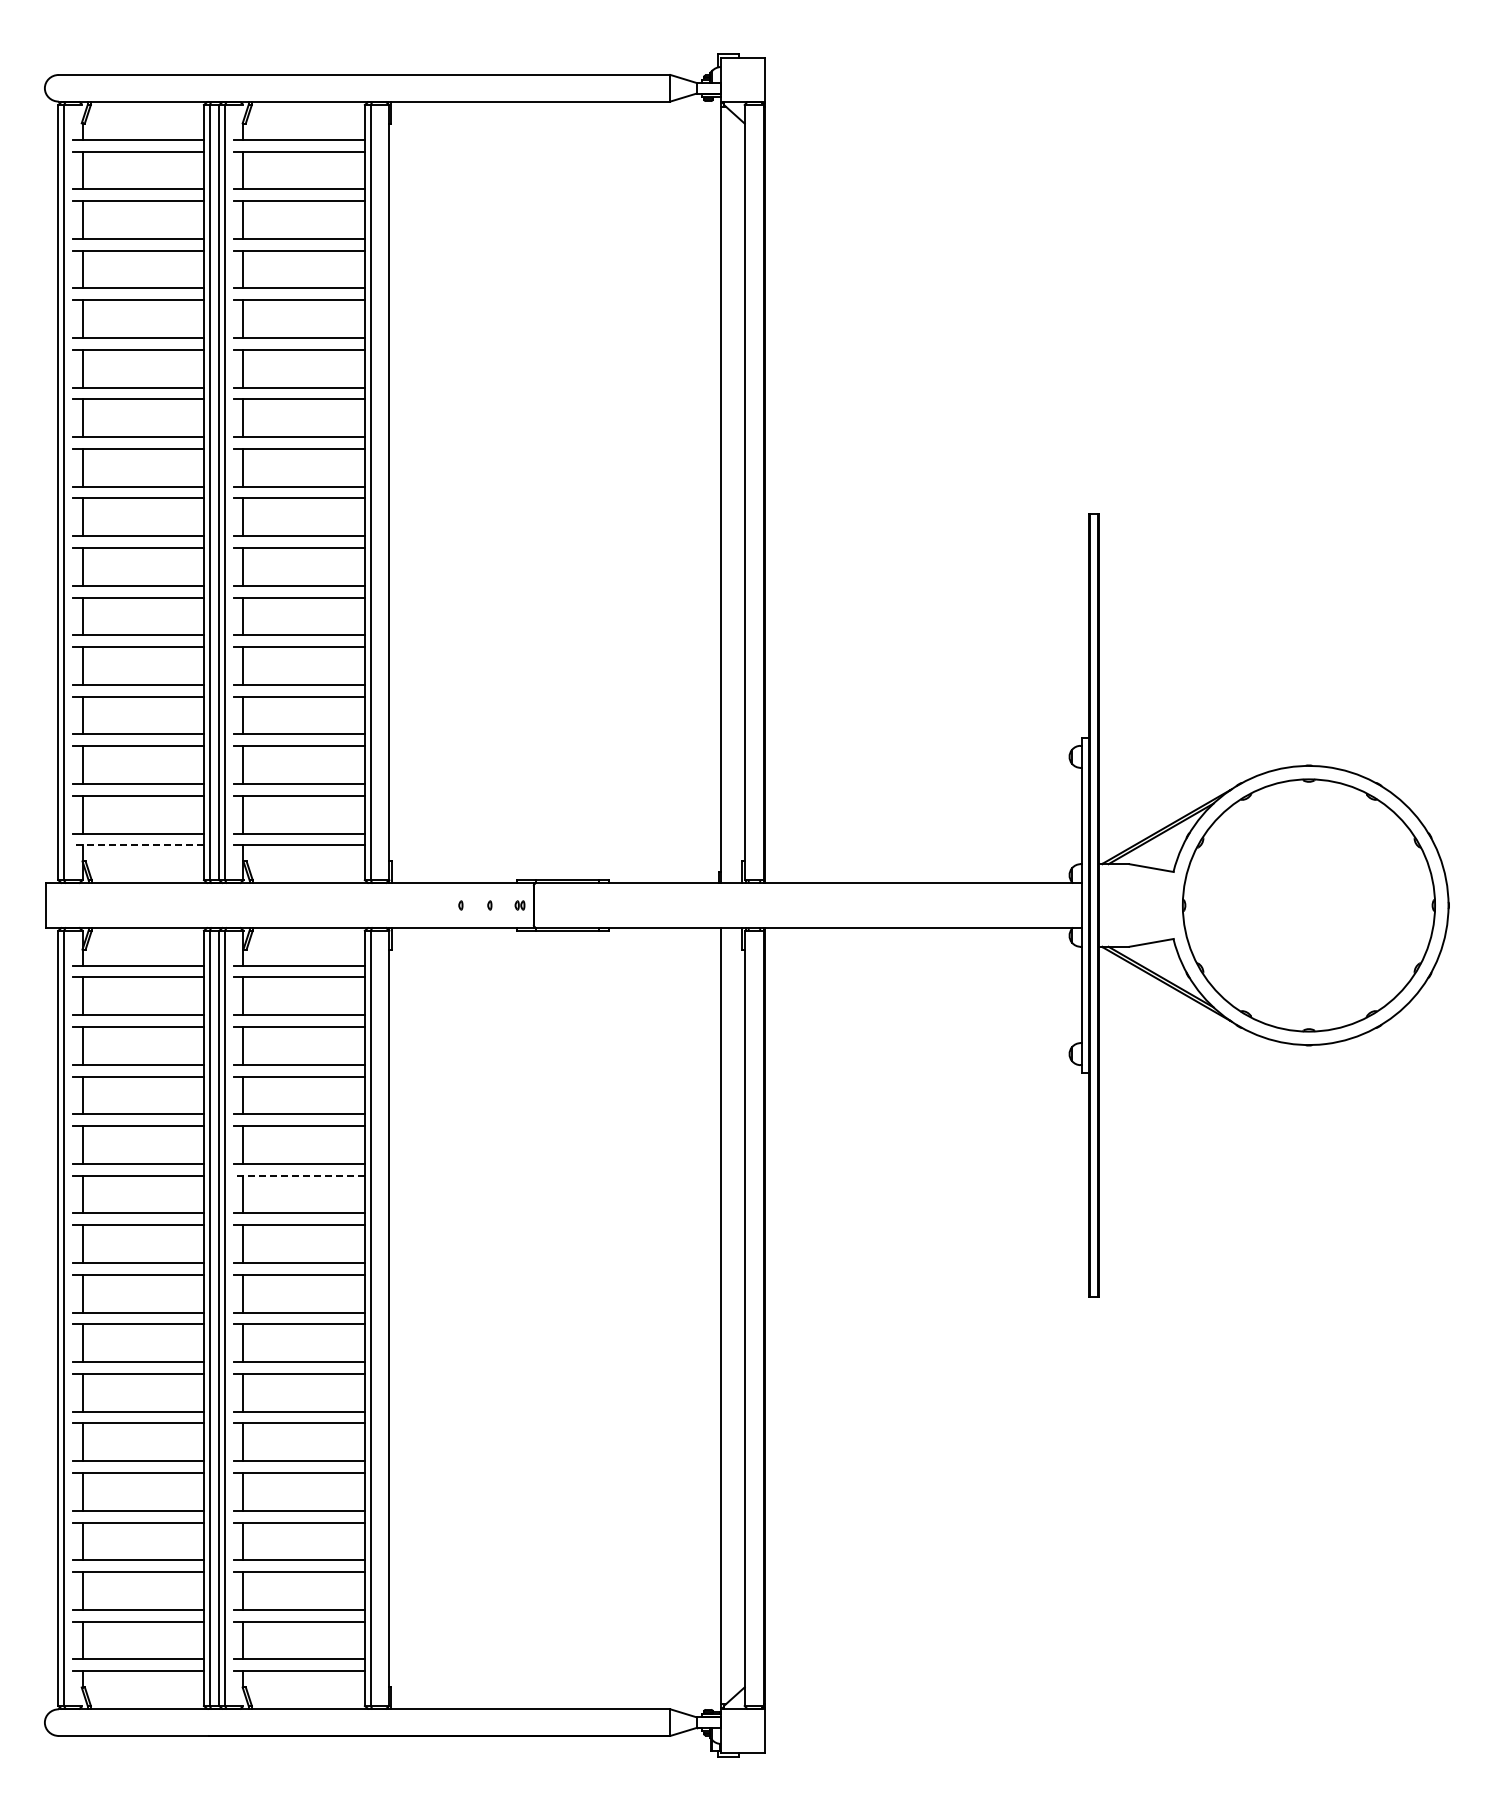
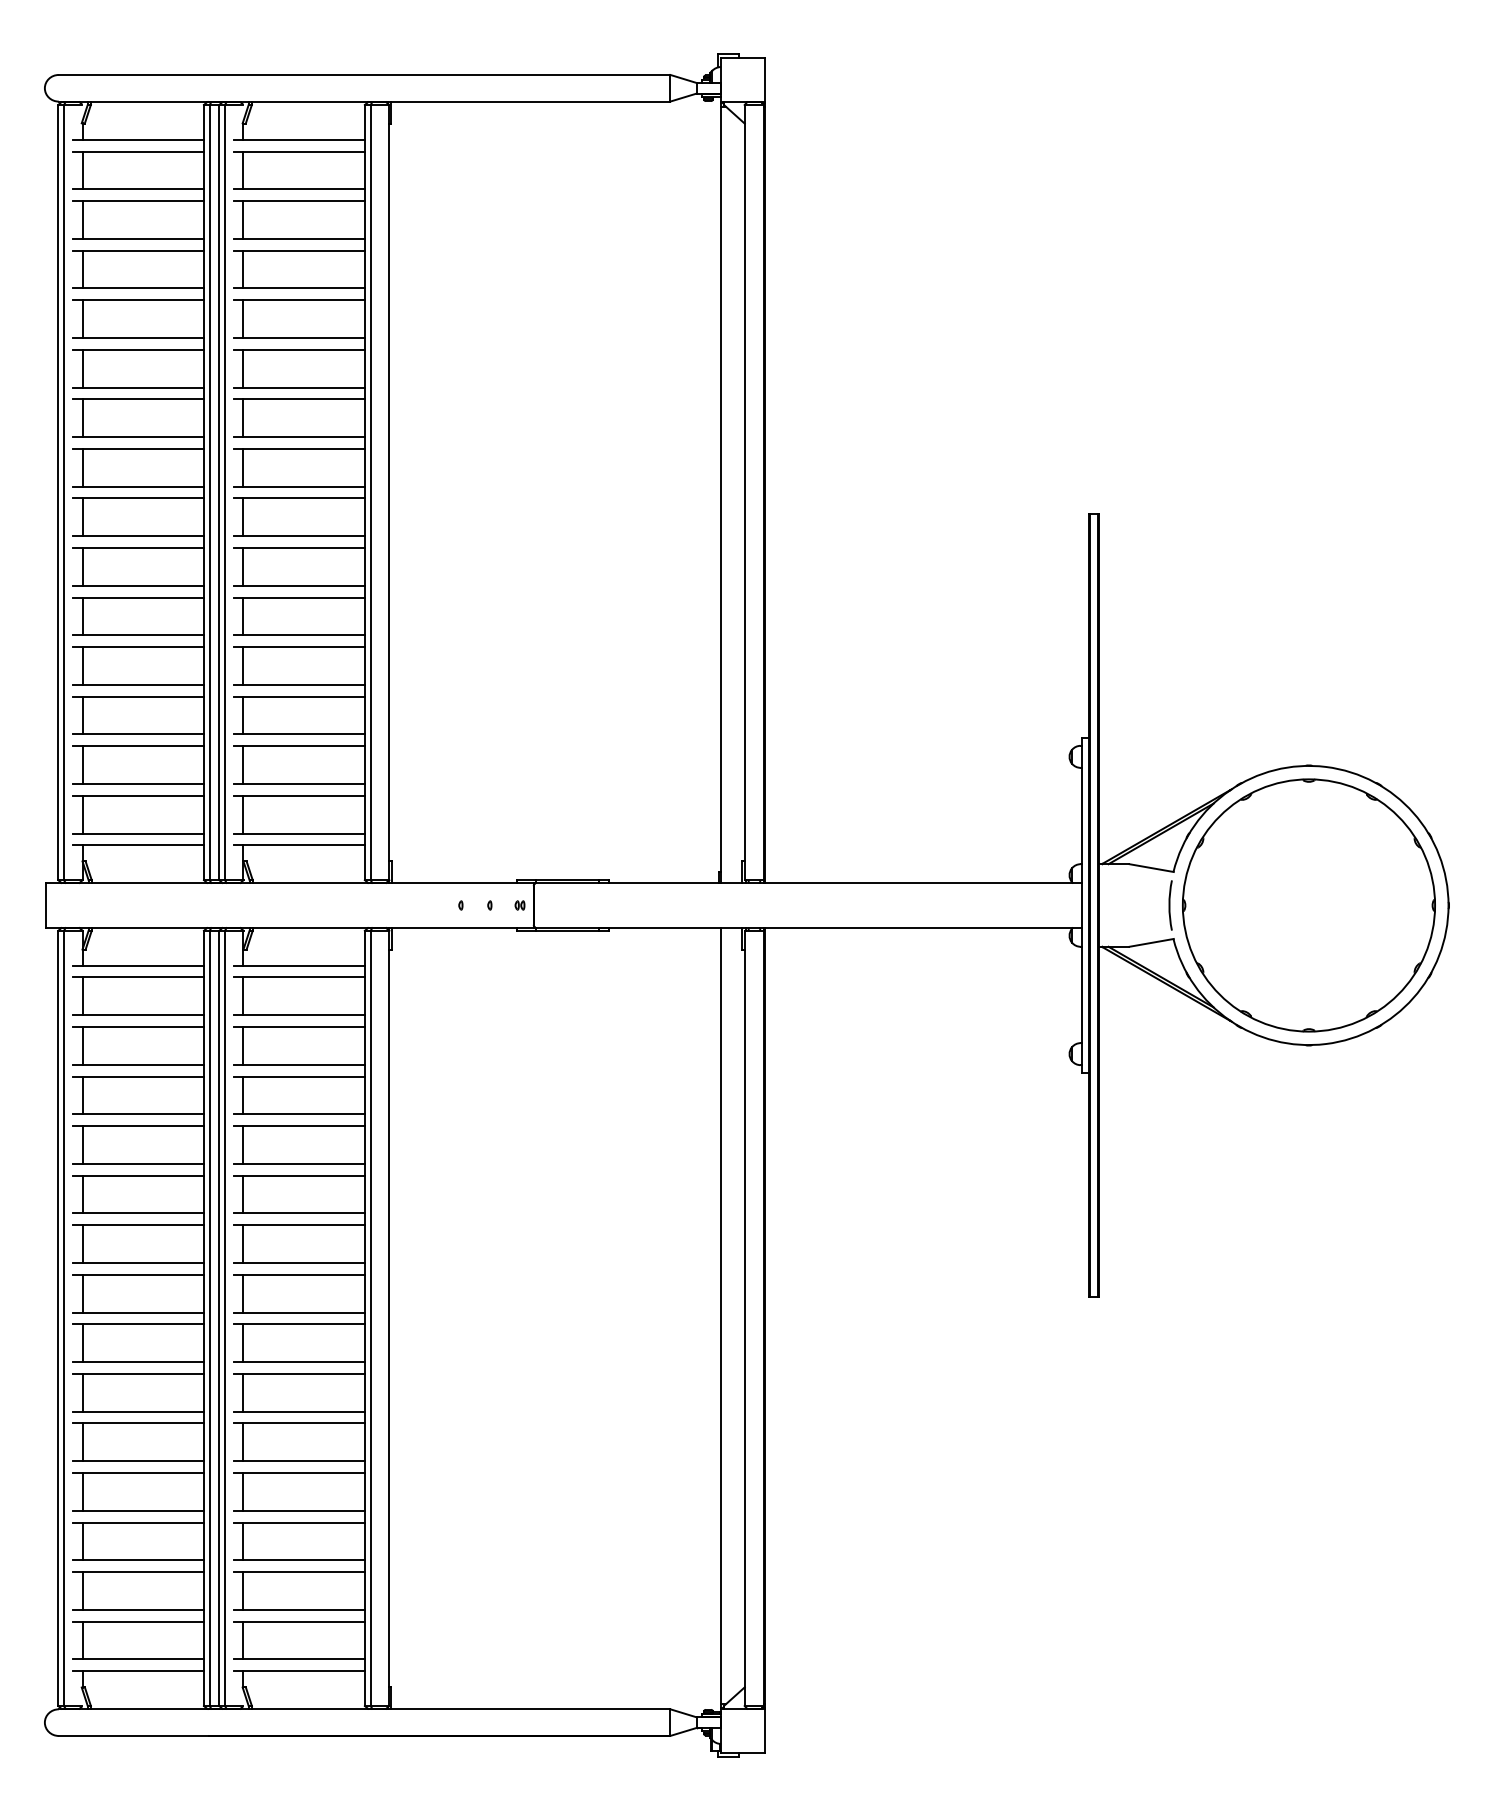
line at (138, 845): dashed -> solid
arc at (1170, 905): none -> present
line at (299, 1175): dashed -> solid
